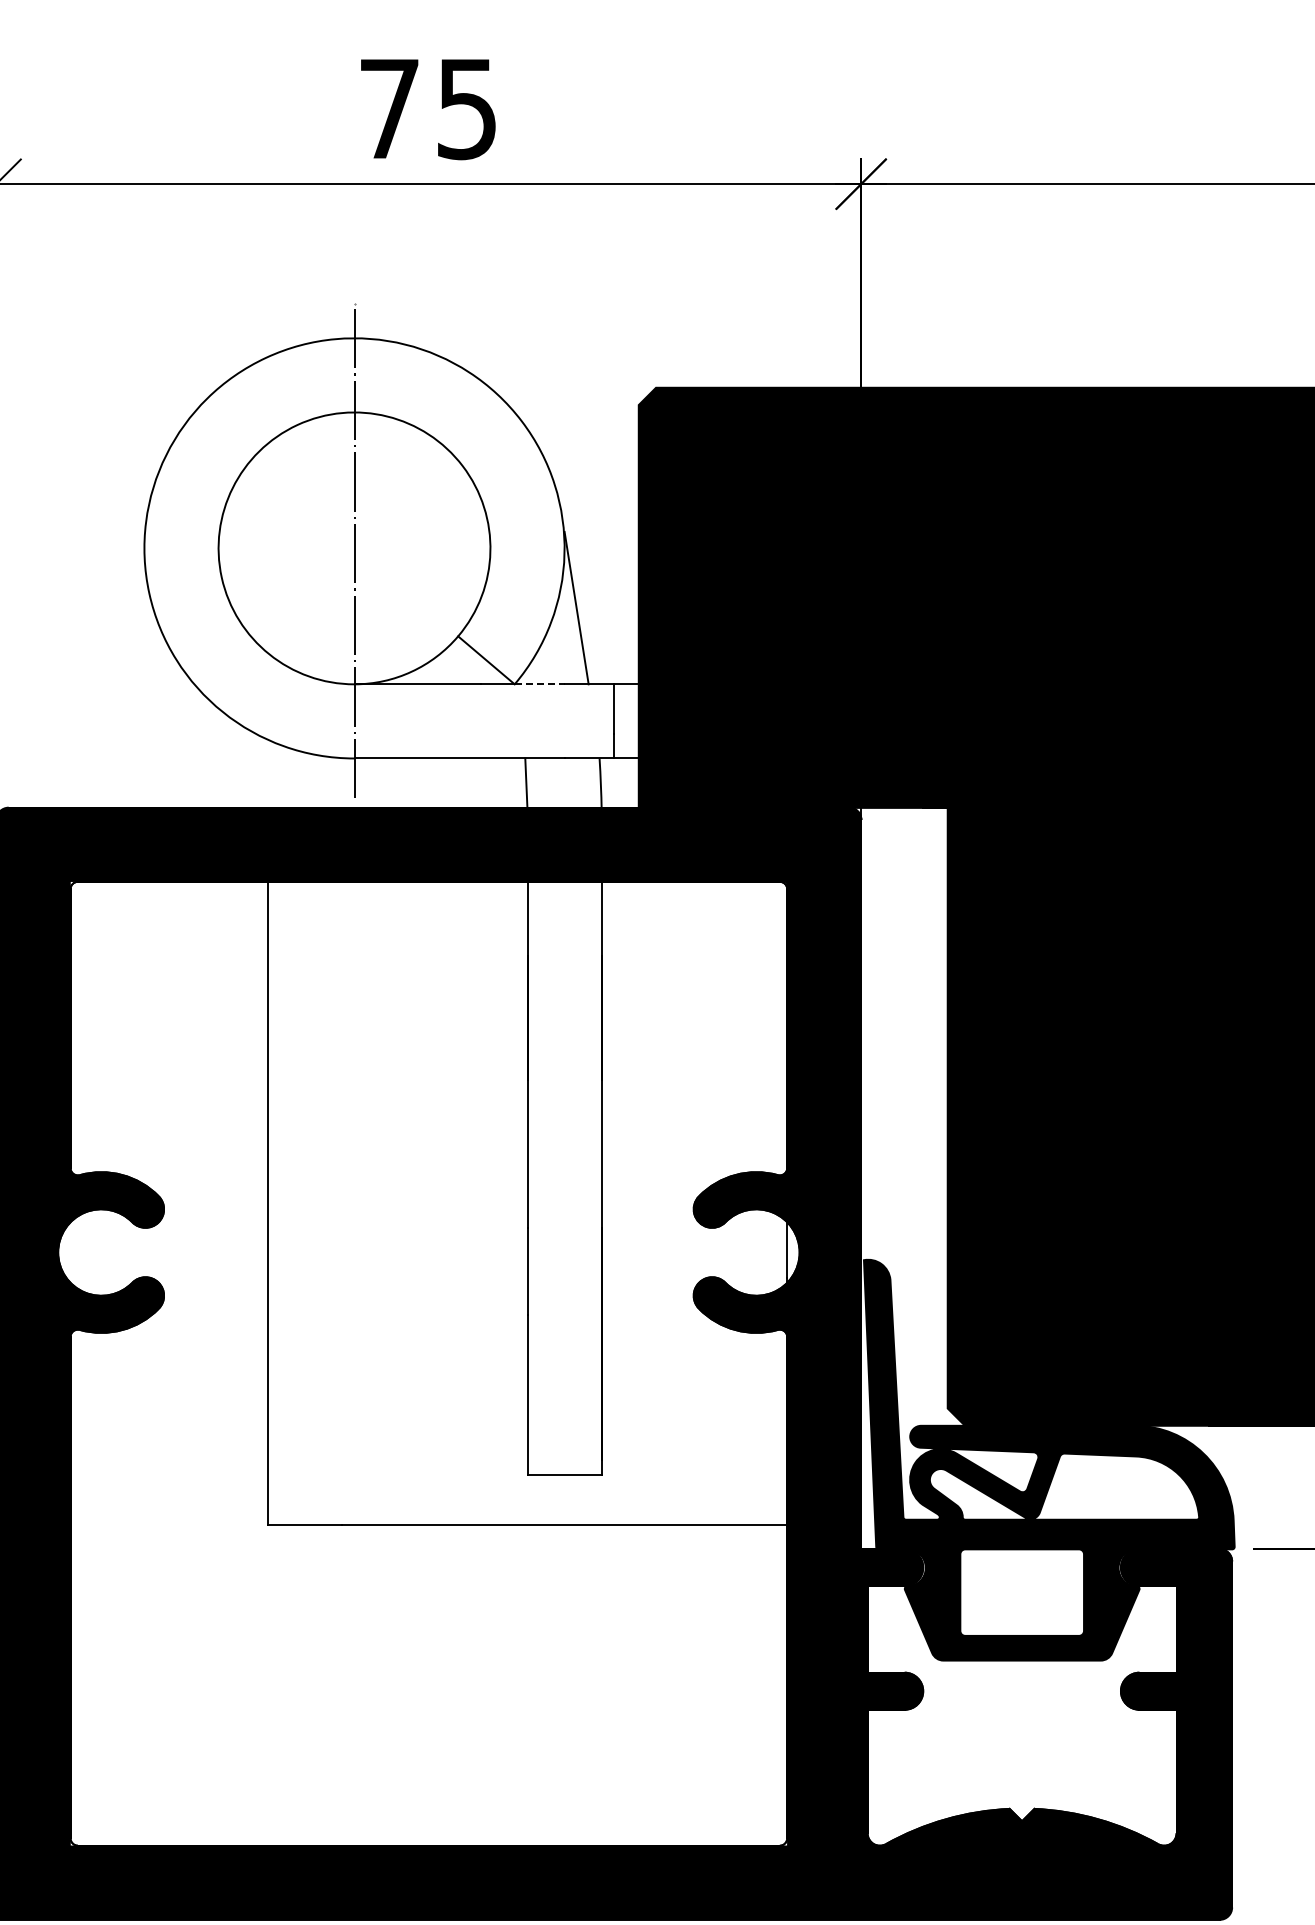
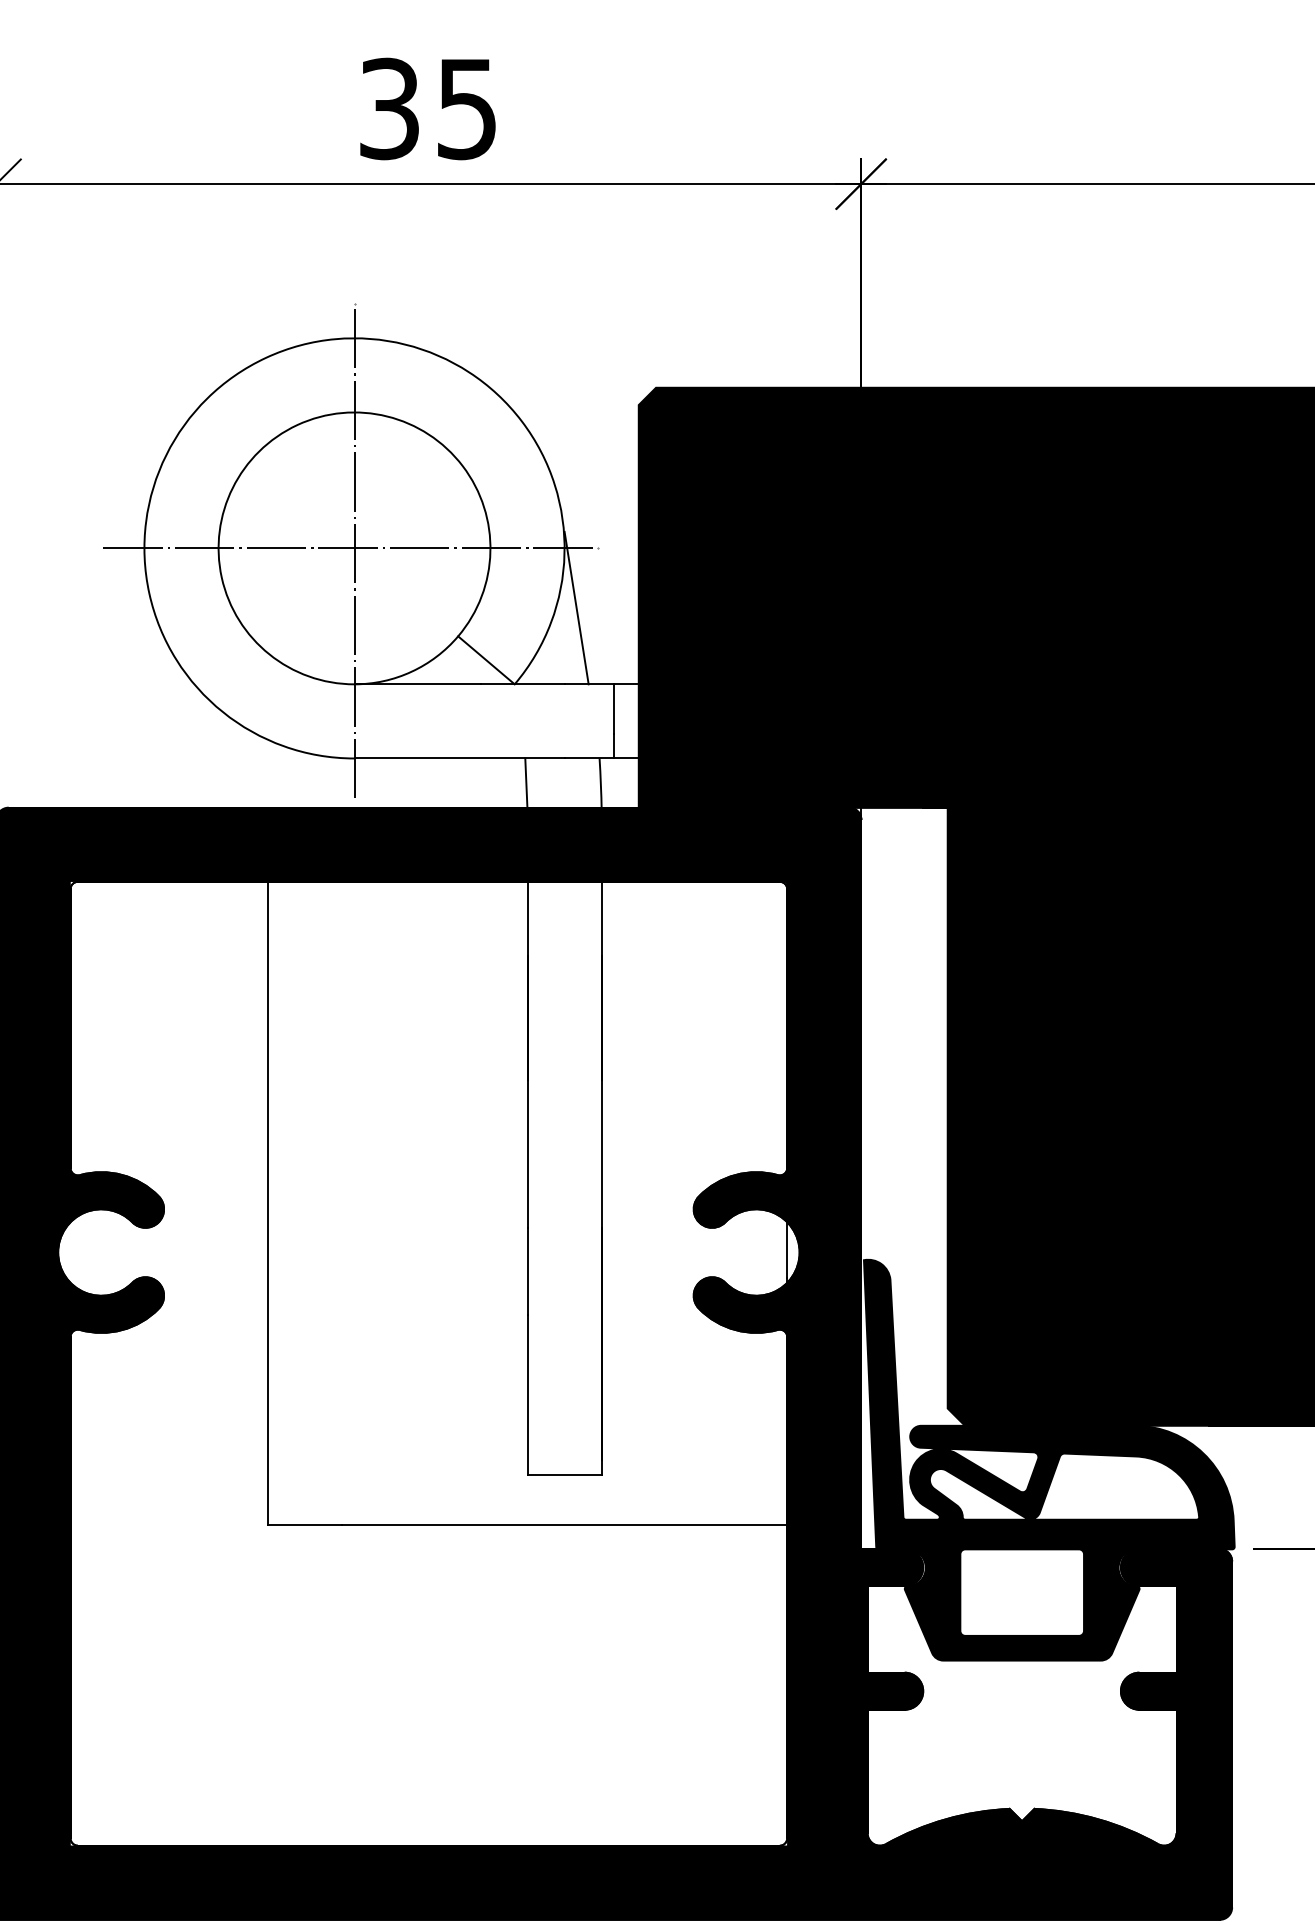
text at (389, 108): 75 -> 35
line at (350, 548): none -> present
line at (539, 684): dashed -> solid
